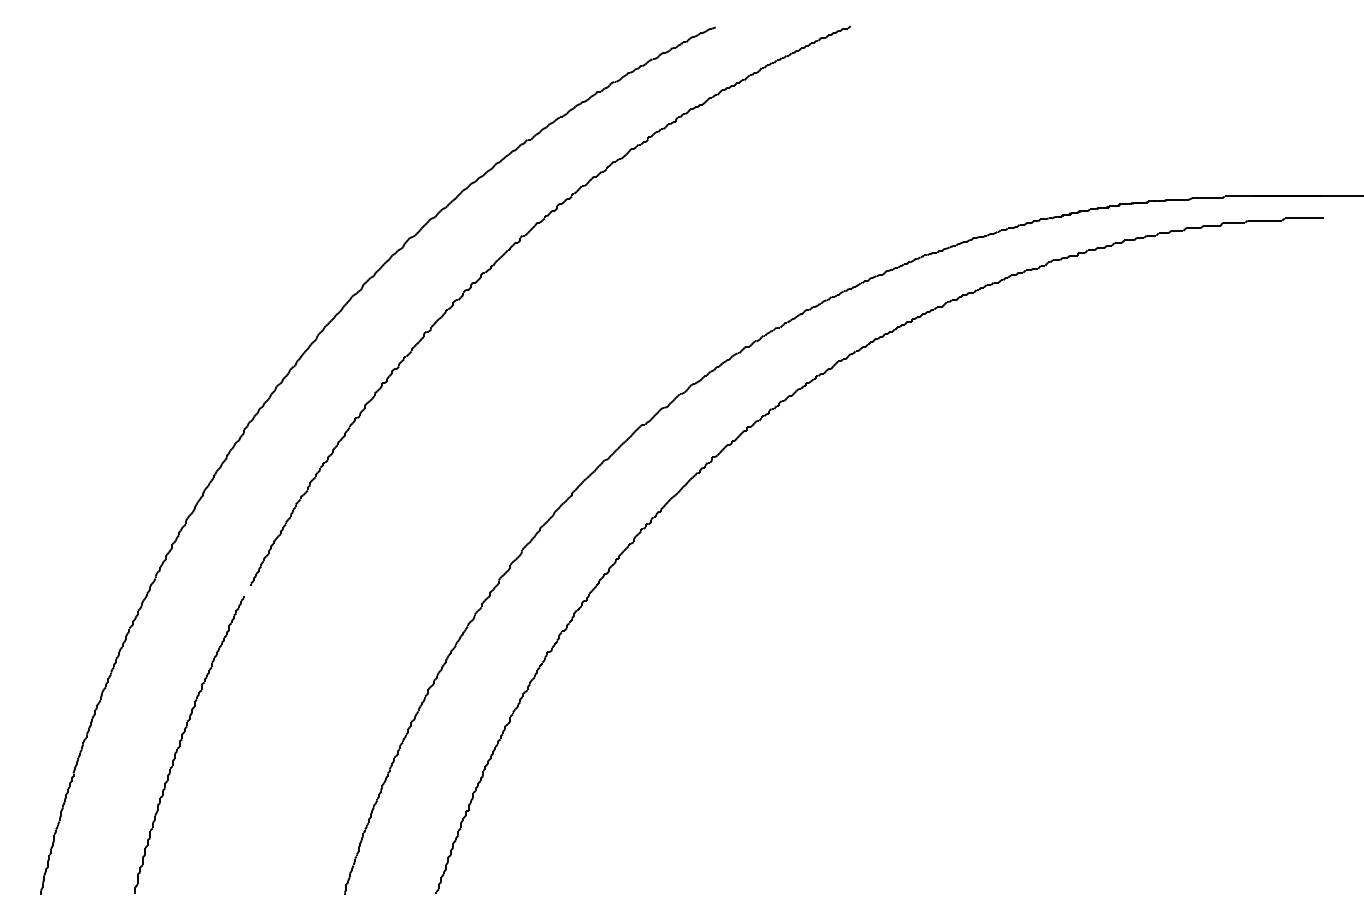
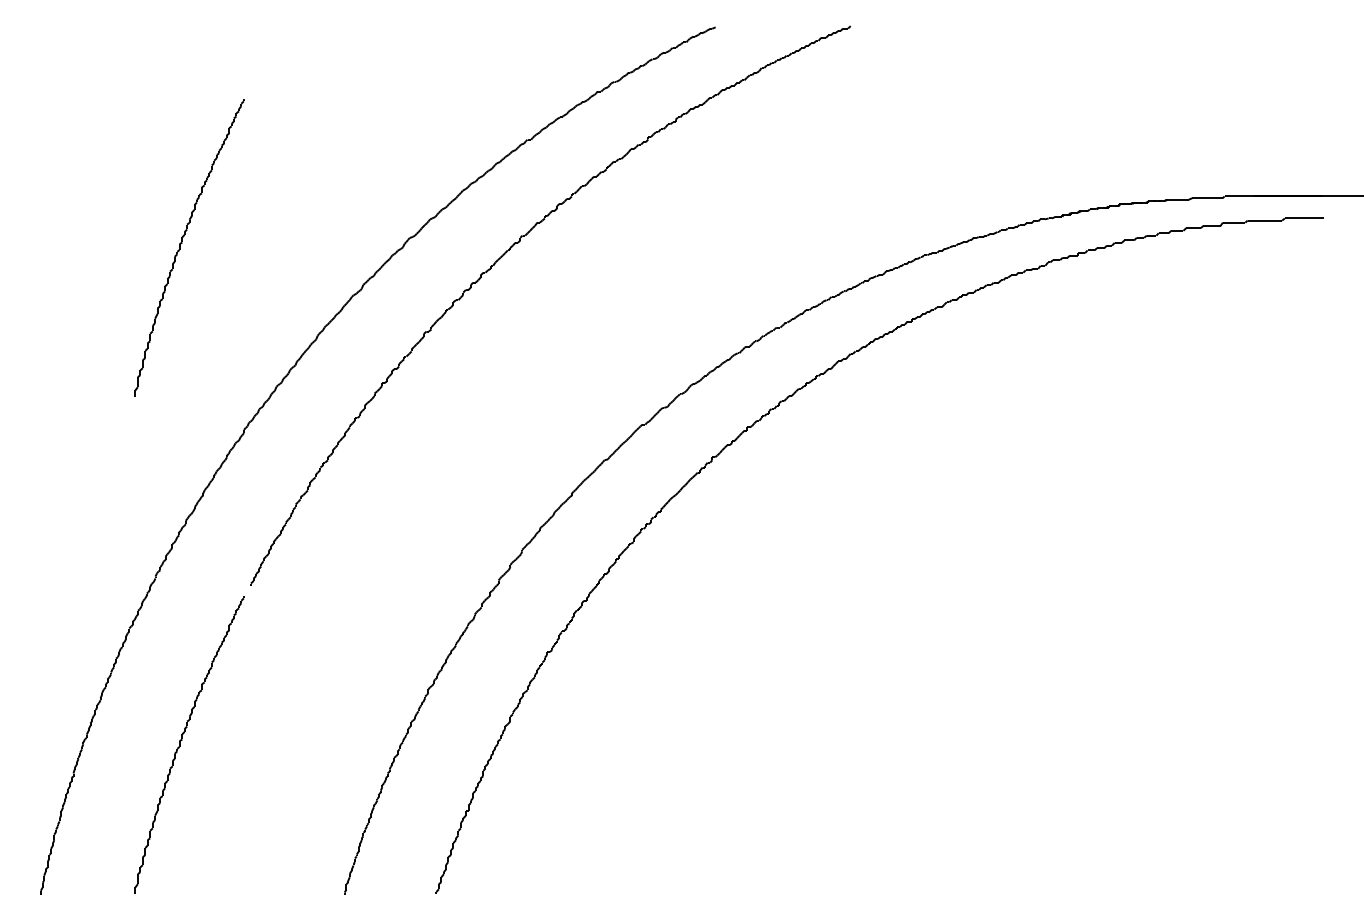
part at (182, 243): none -> present
